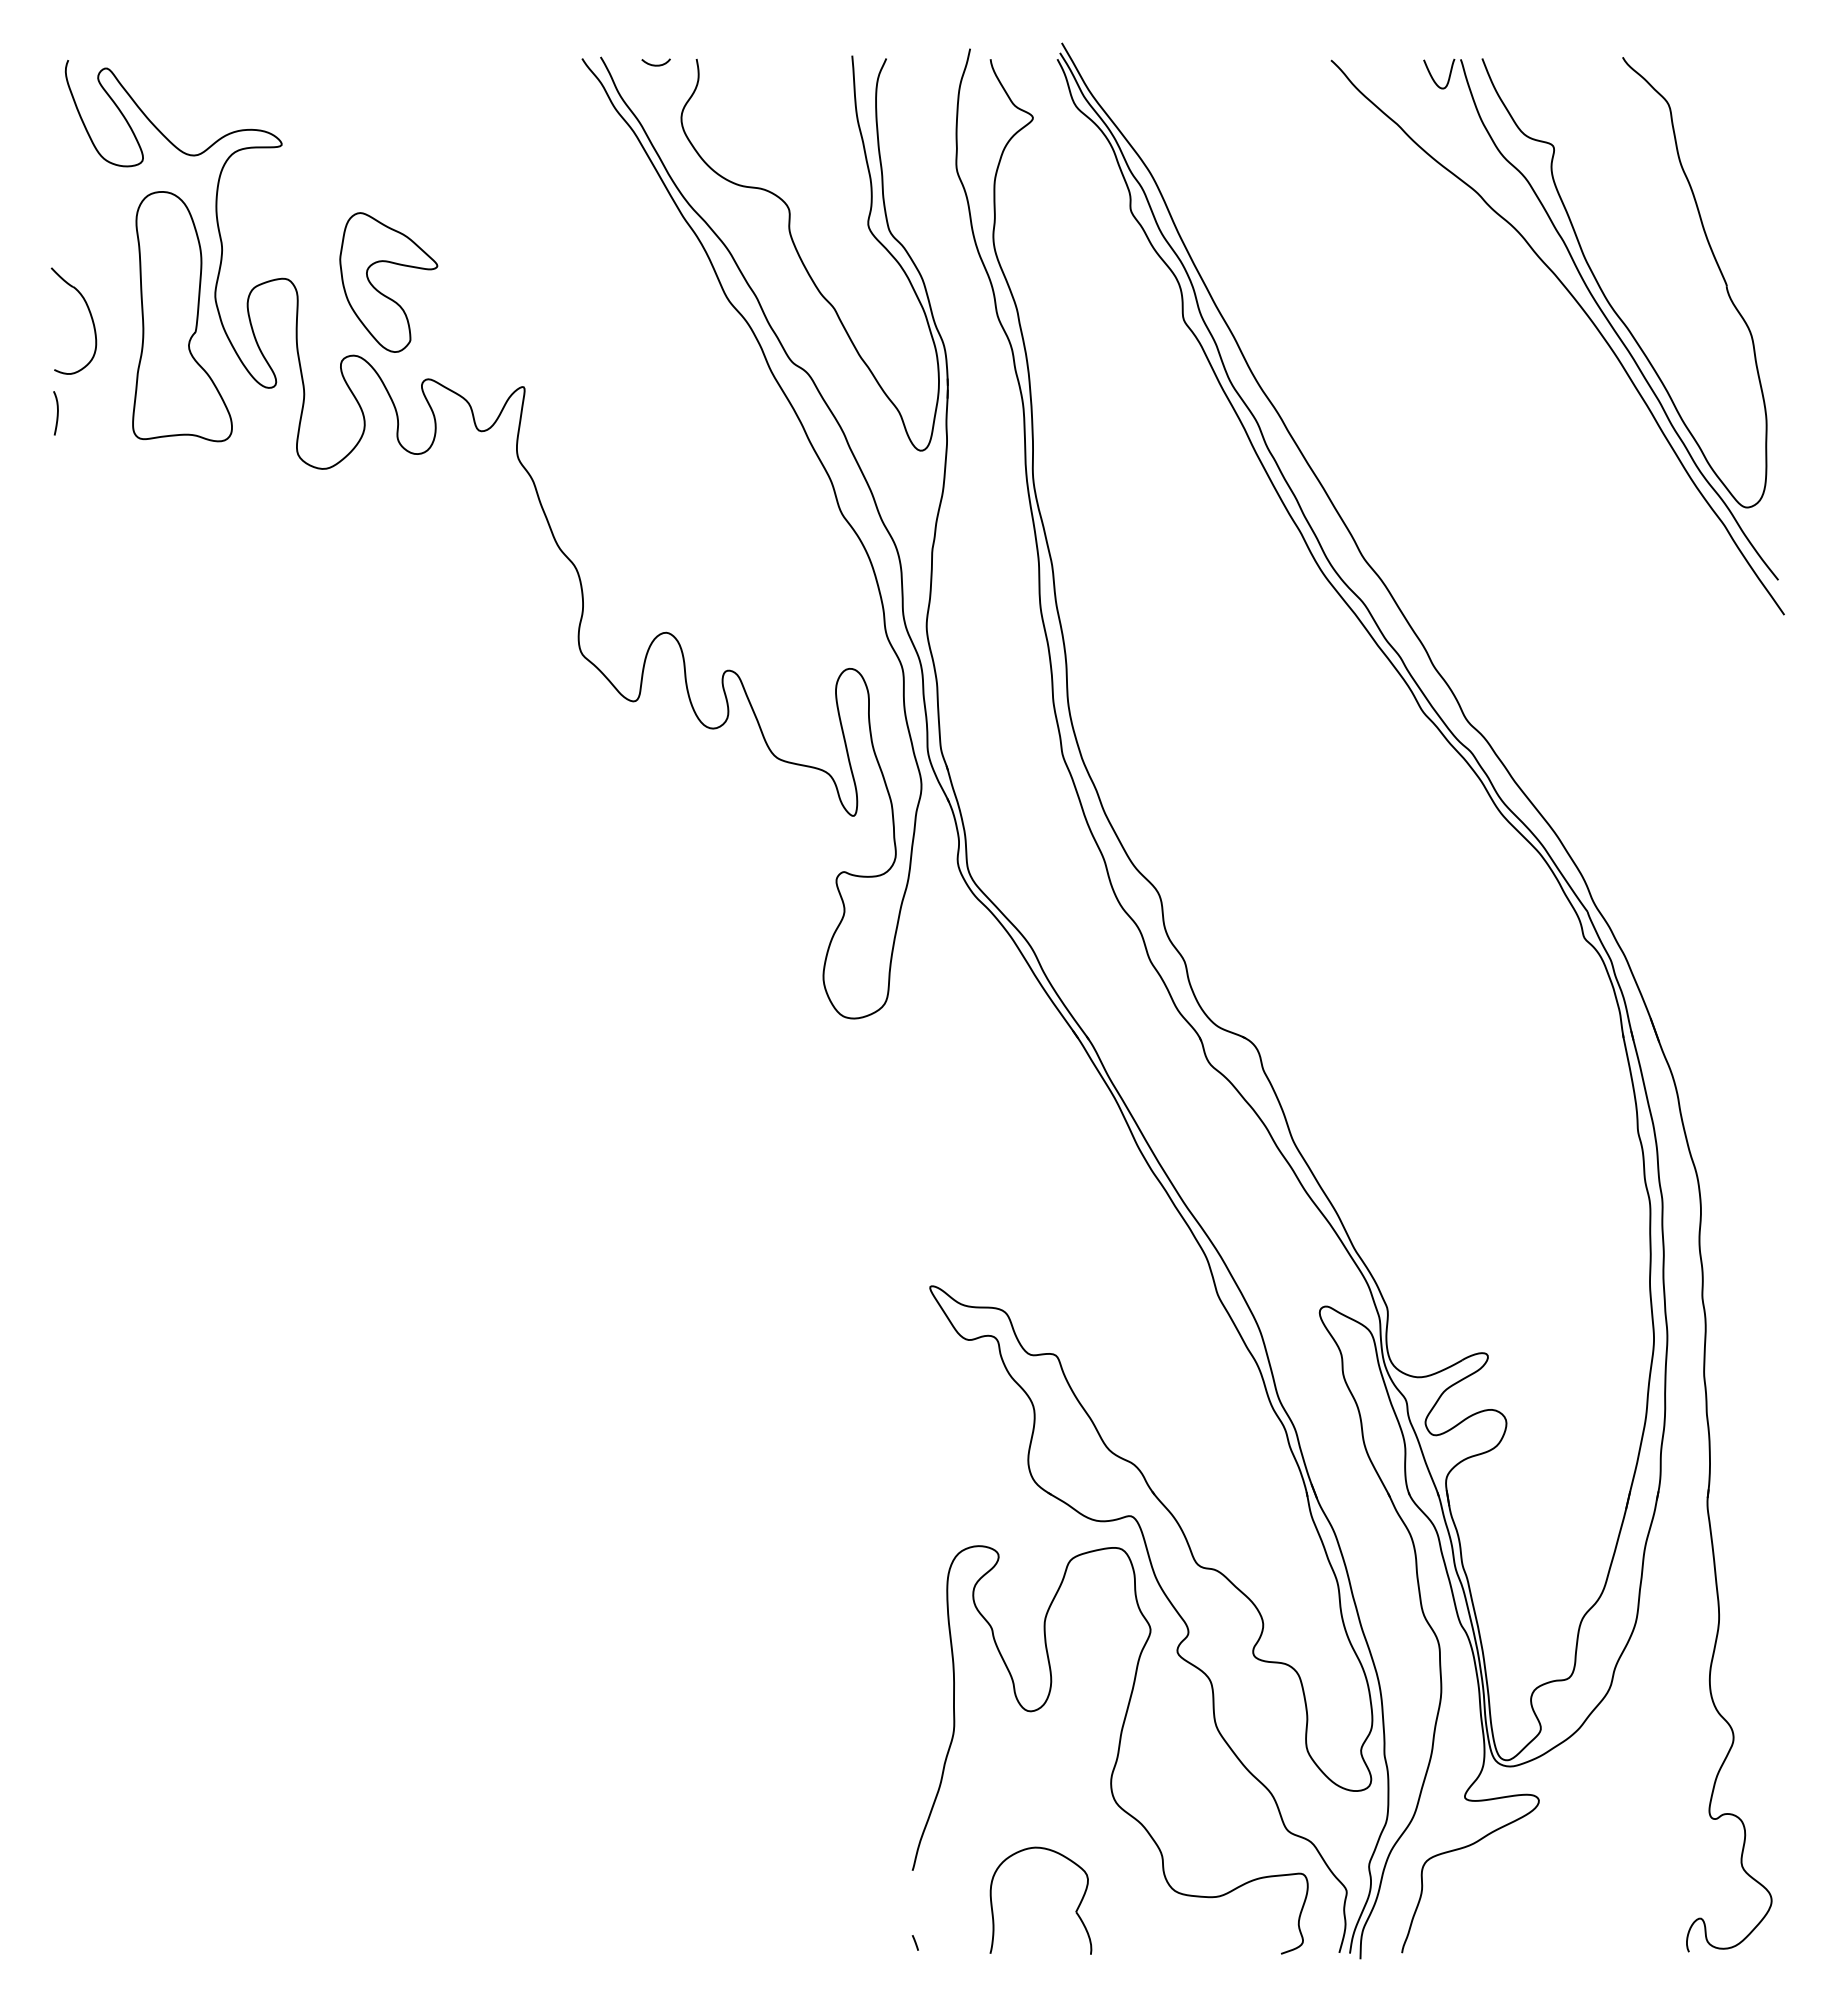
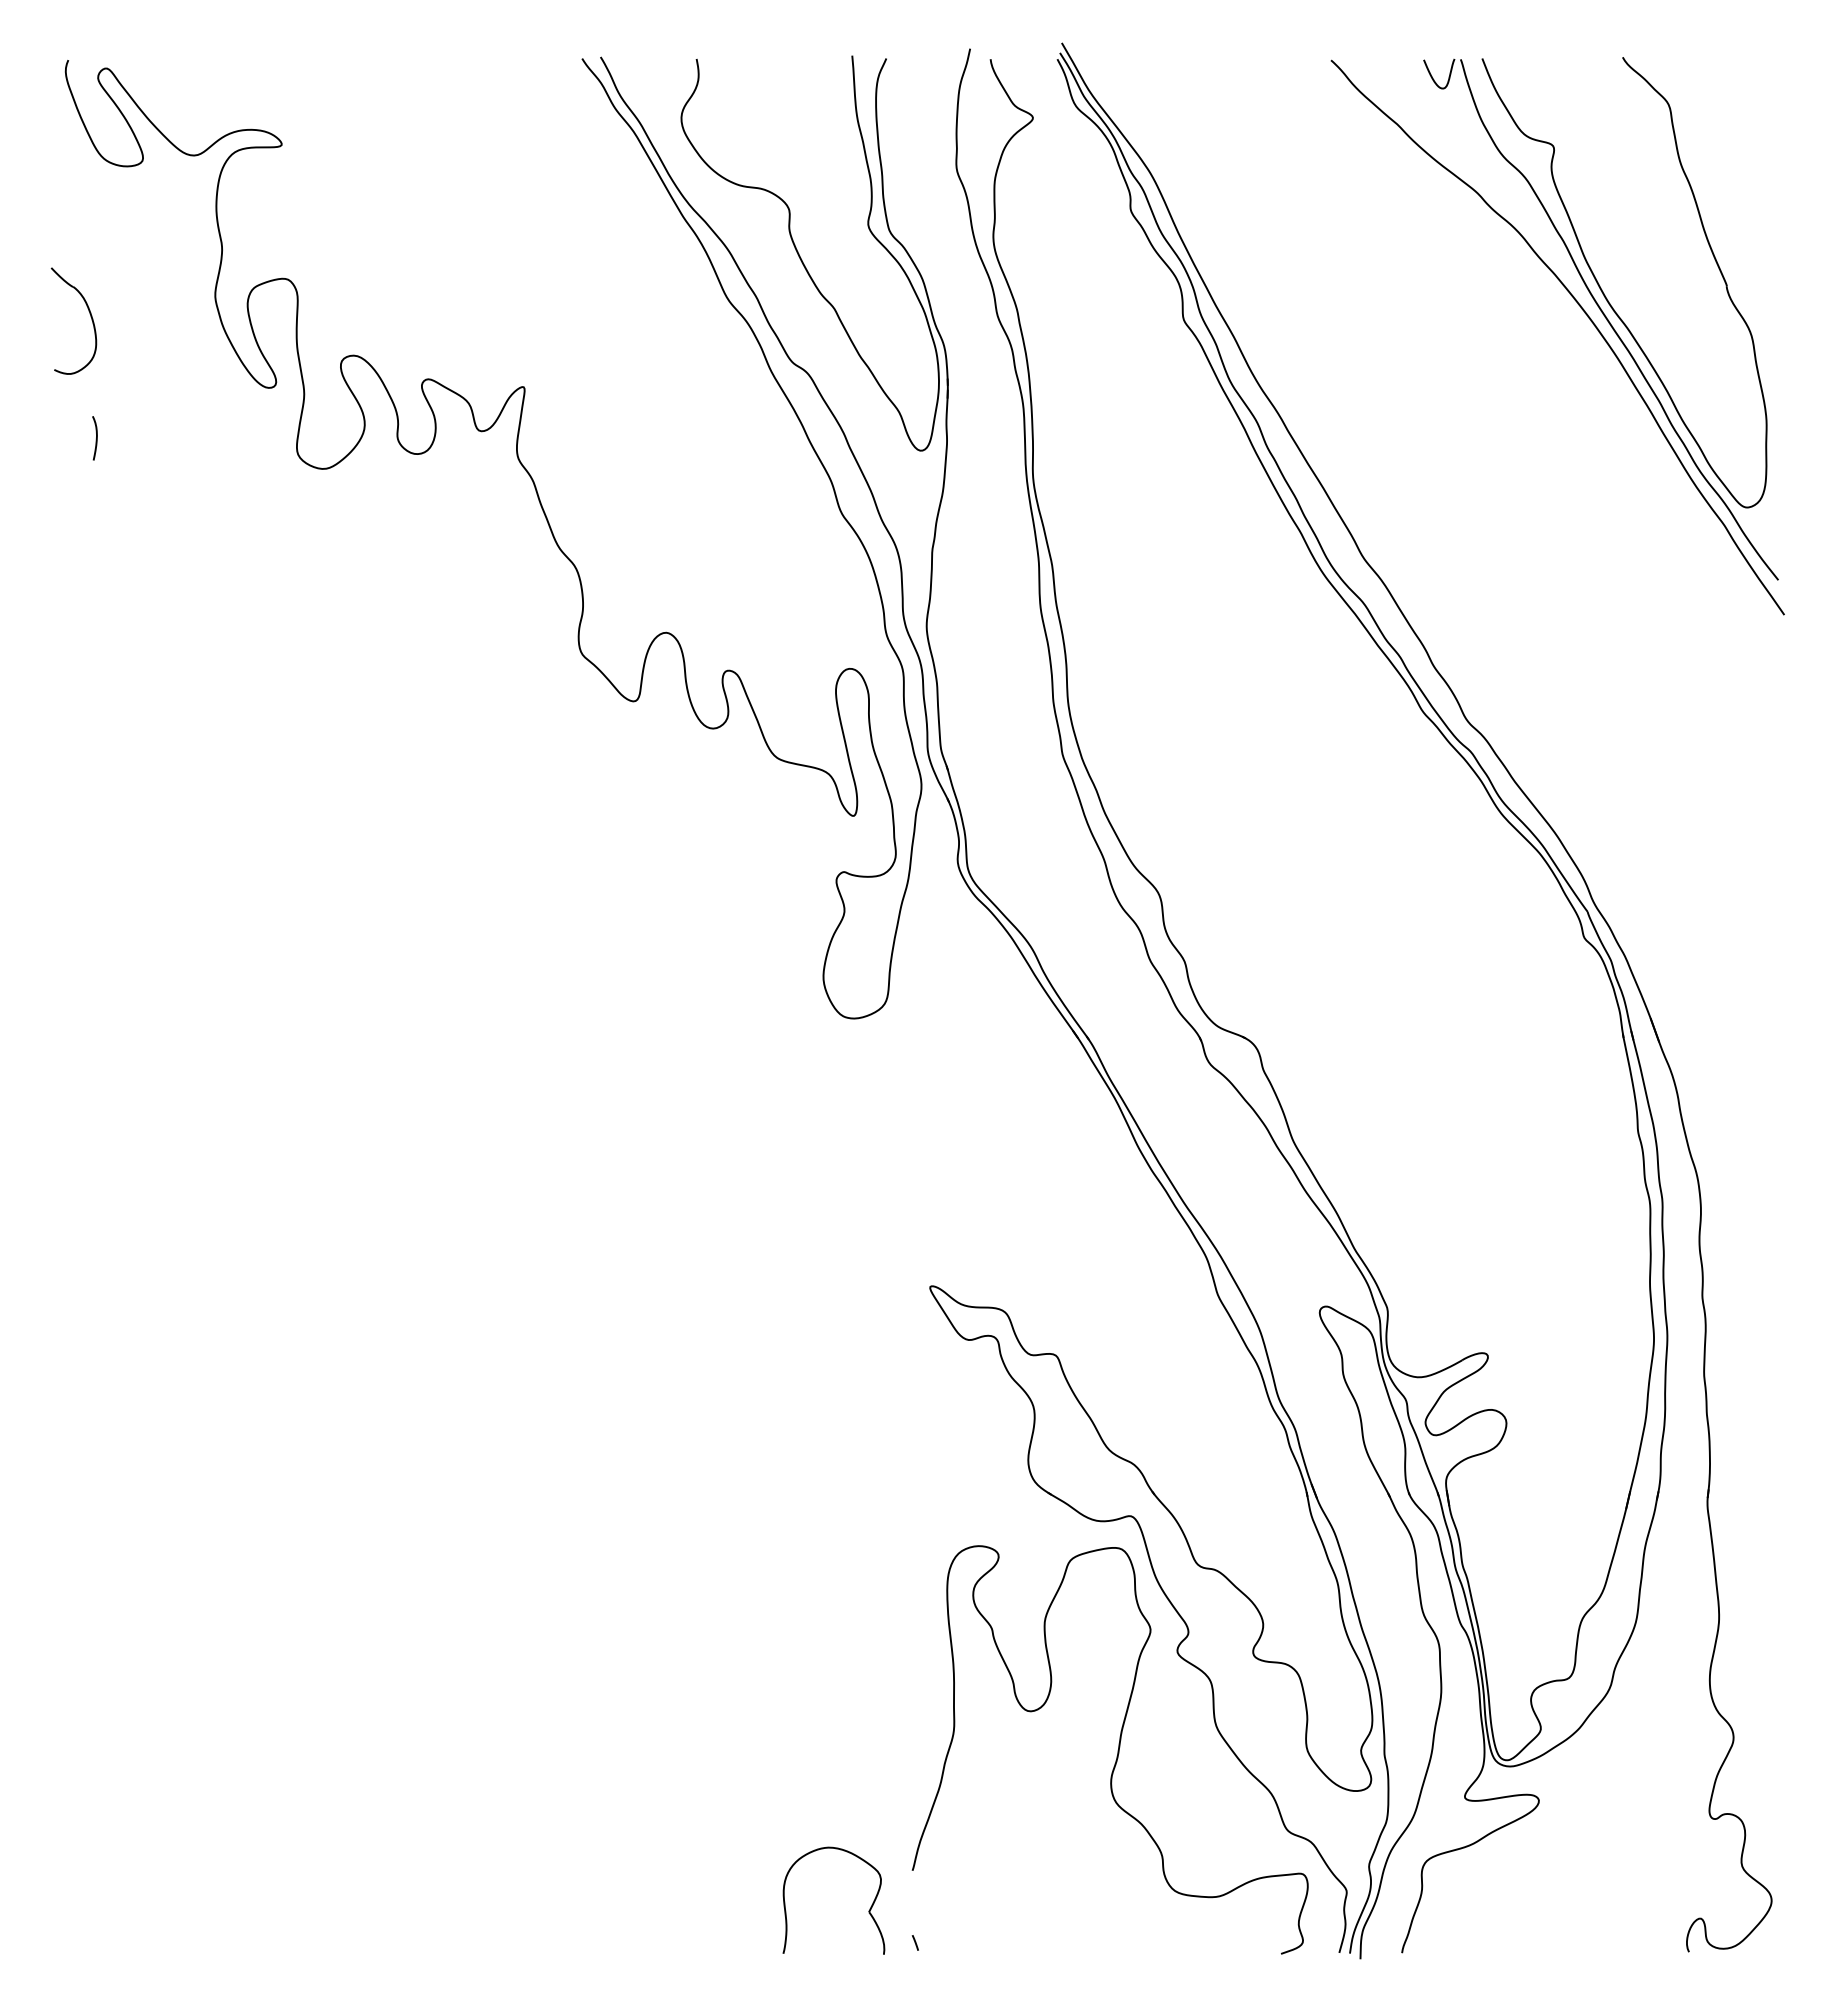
curve at (655, 64): present -> none
part at (380, 291): present -> none
part at (182, 316): present -> none
curve at (56, 414) position: (56, 414) -> (95, 439)
part at (1075, 1910) position: (1075, 1910) -> (868, 1910)
